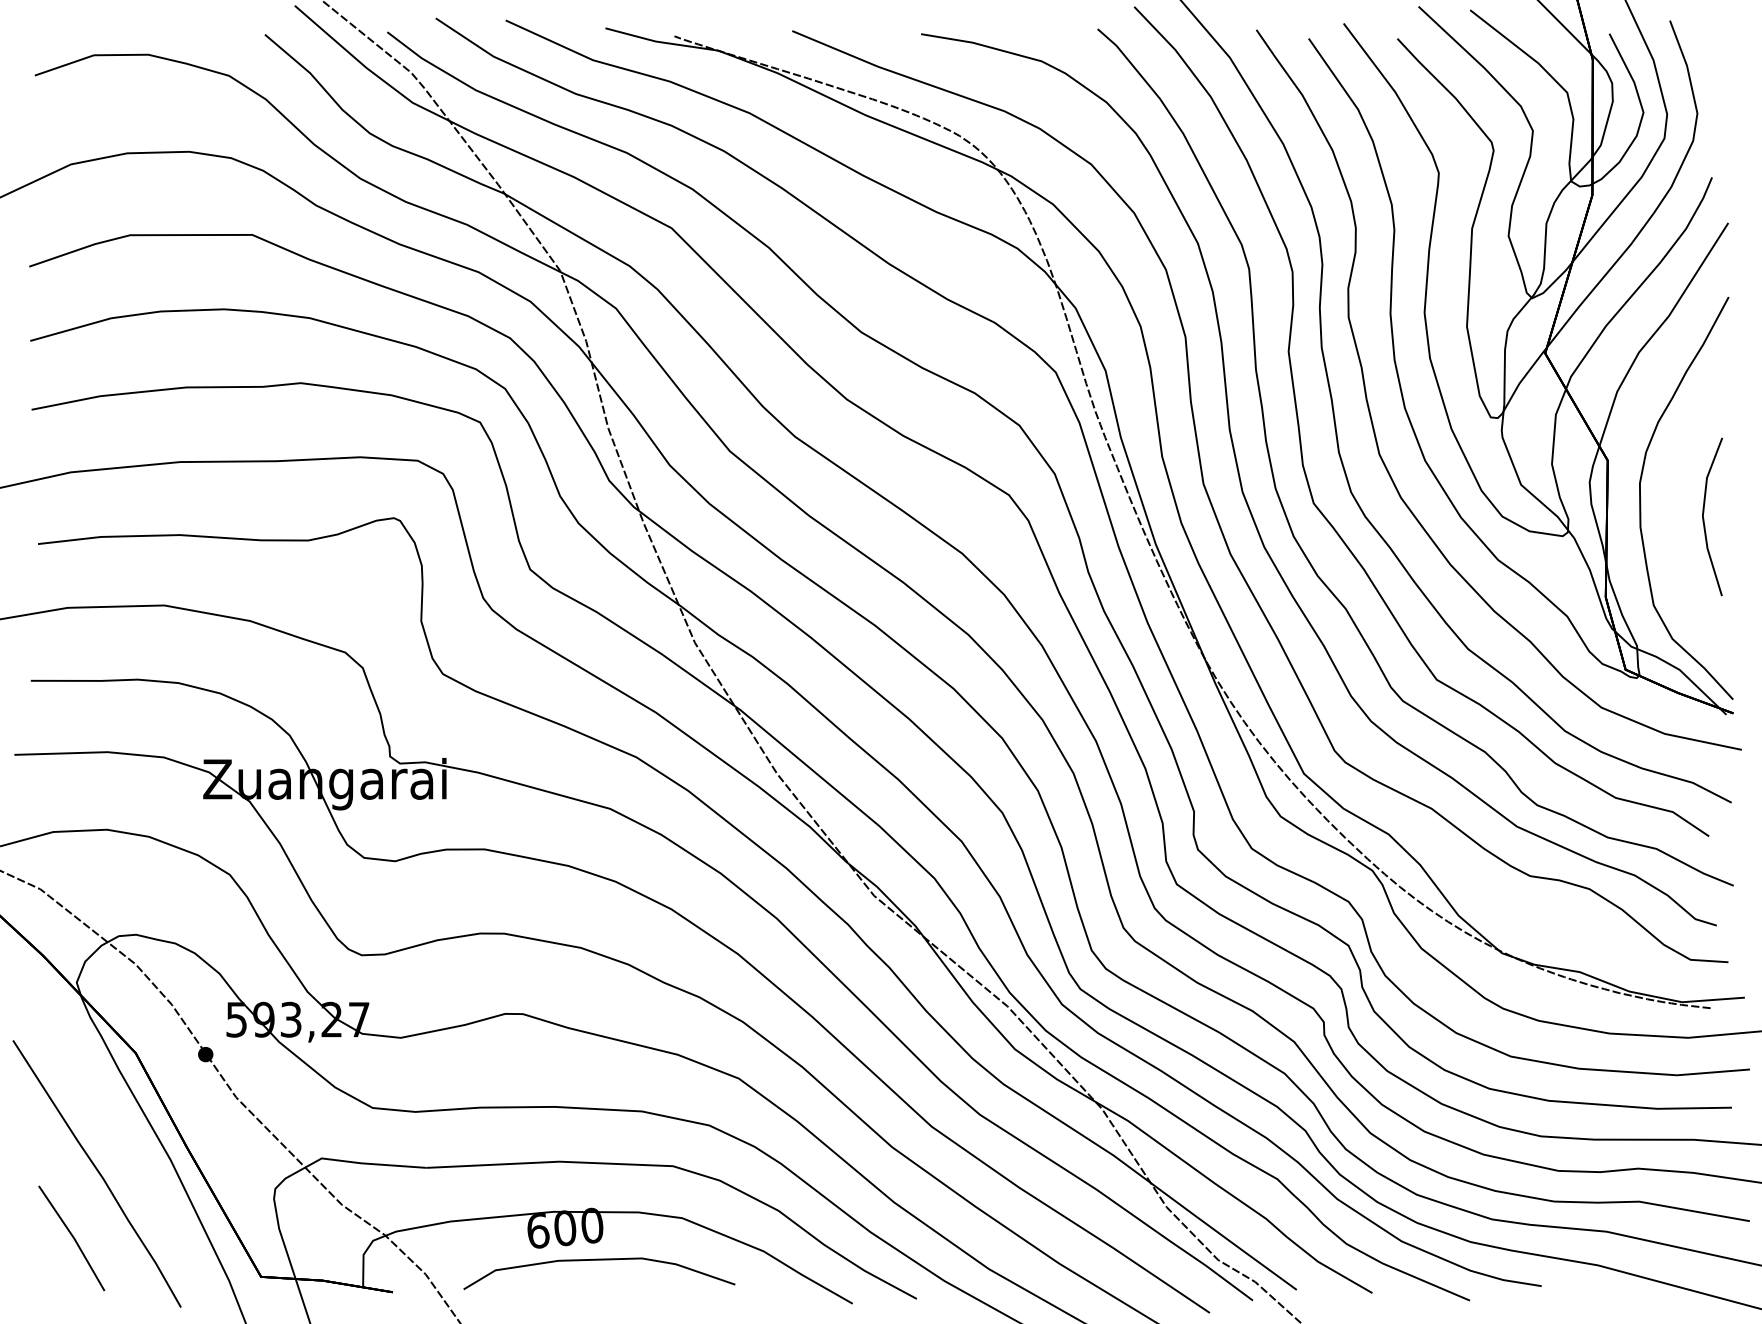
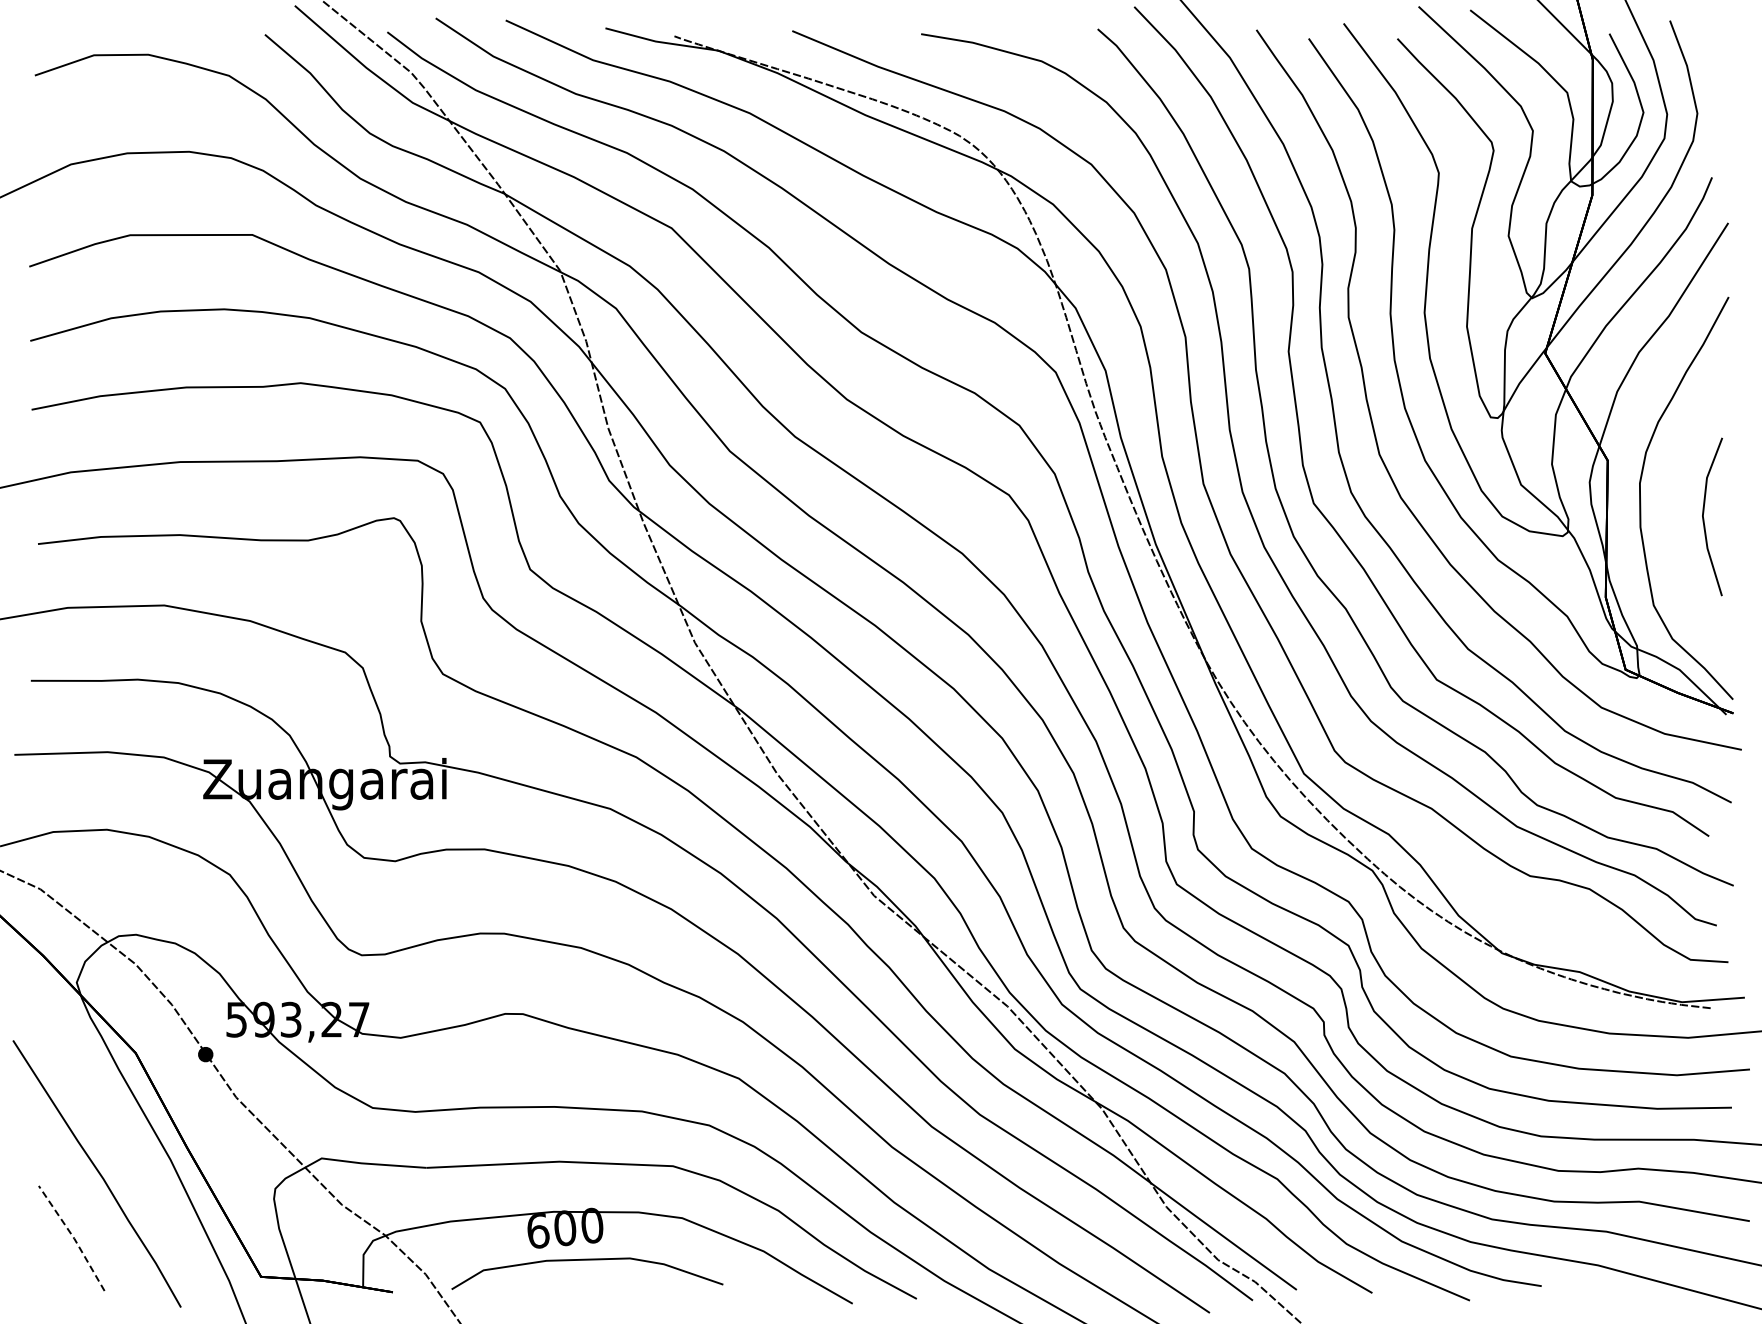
line at (73, 1237): solid -> dashed
curve at (599, 1260) position: (599, 1260) -> (587, 1260)
